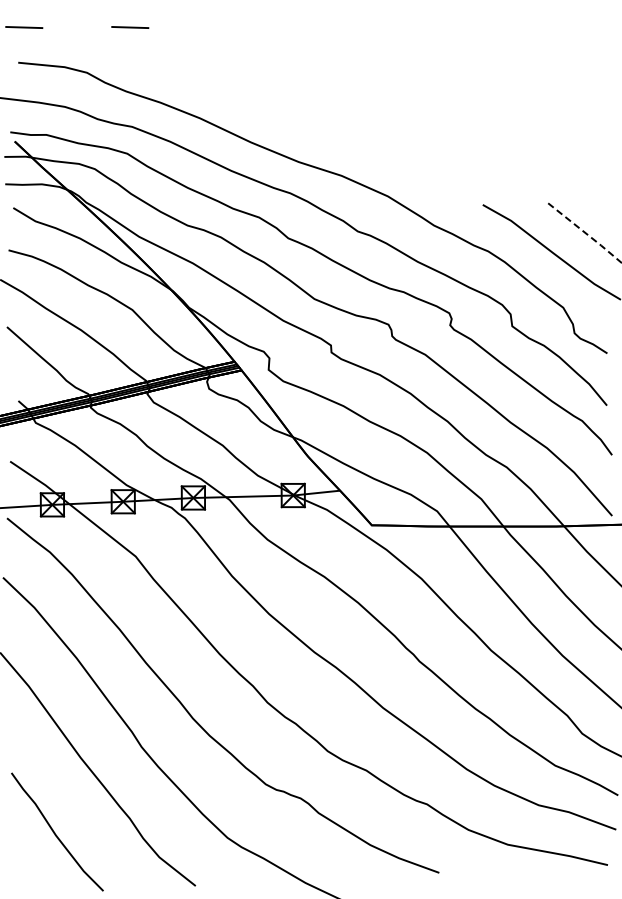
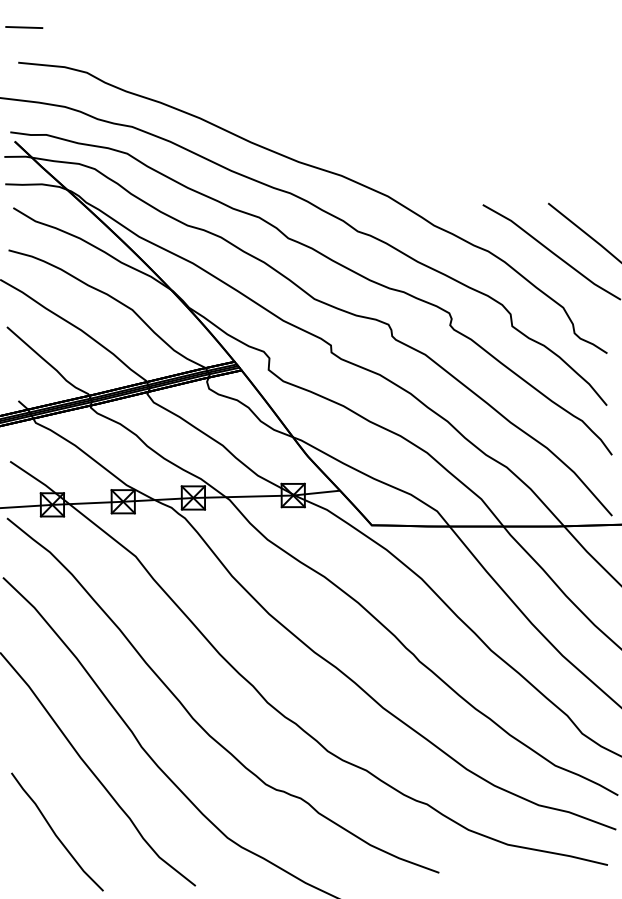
line at (130, 27): present -> none
line at (586, 233): dashed -> solid
